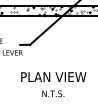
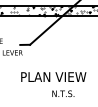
text at (53, 93) position: (53, 93) -> (63, 93)
